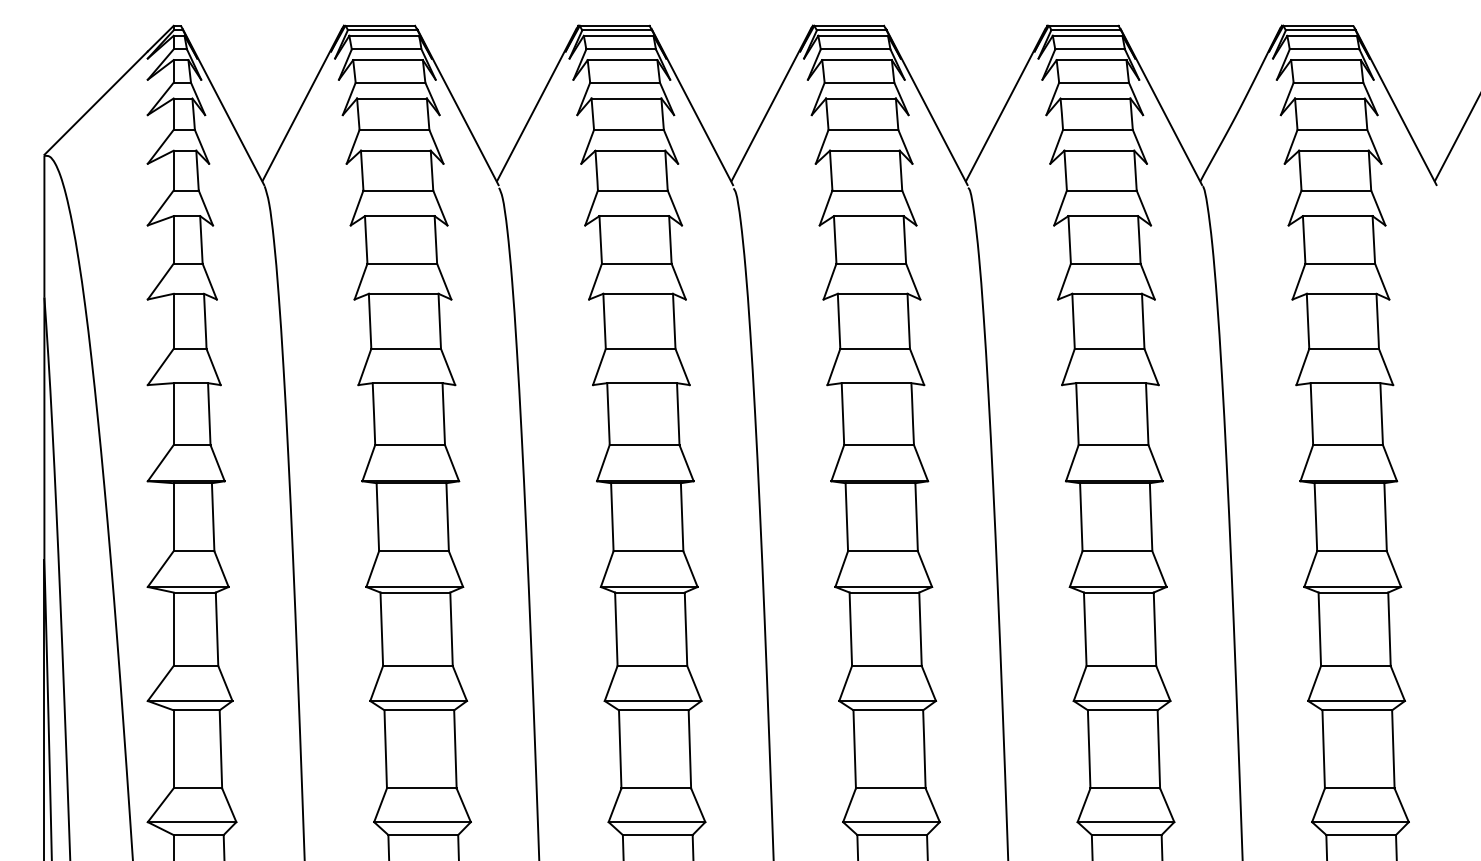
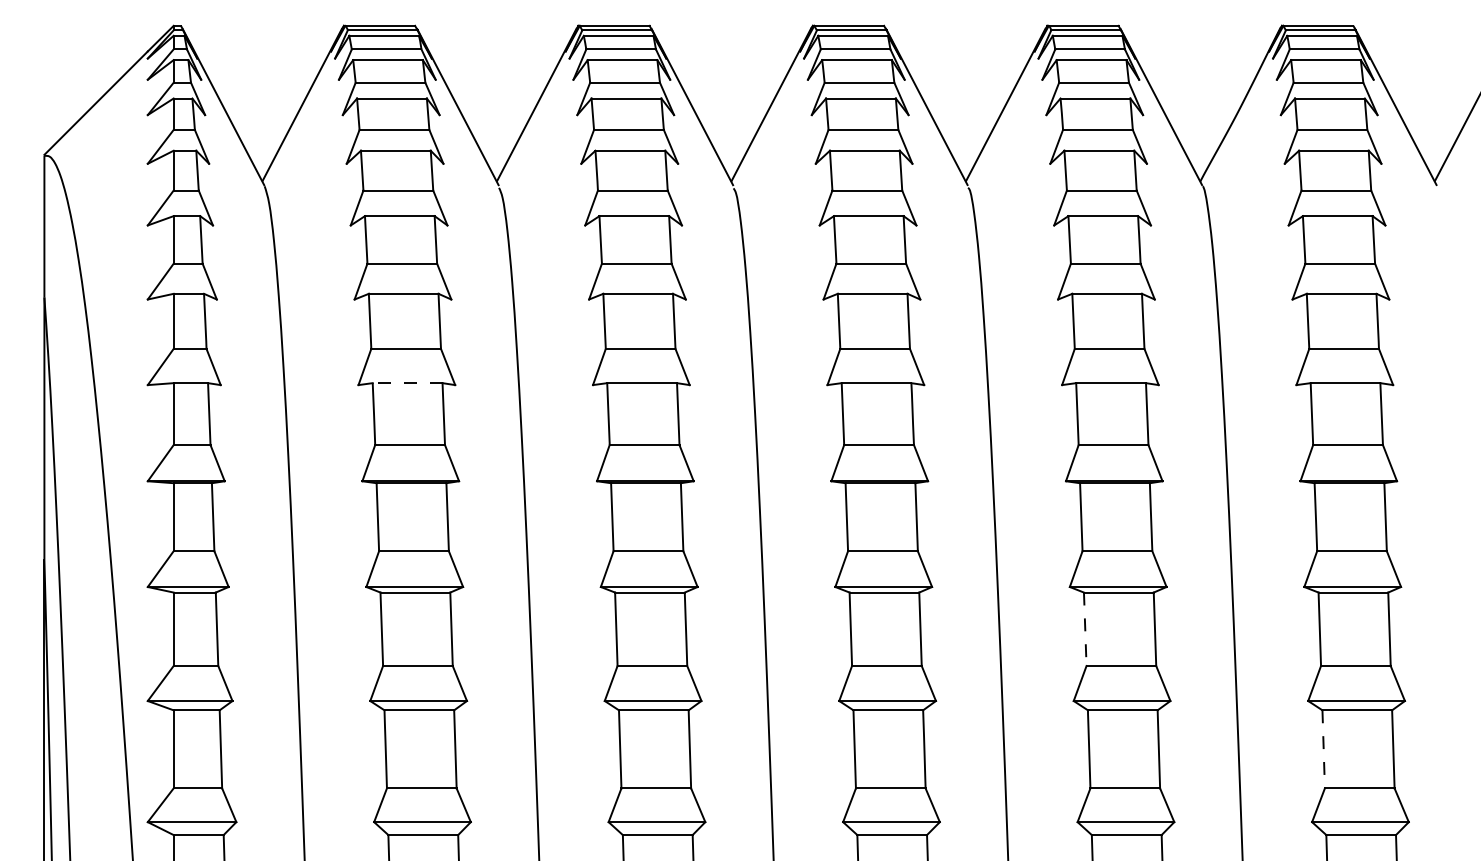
line at (407, 383): solid -> dashed
line at (1085, 629): solid -> dashed
line at (1323, 749): solid -> dashed
